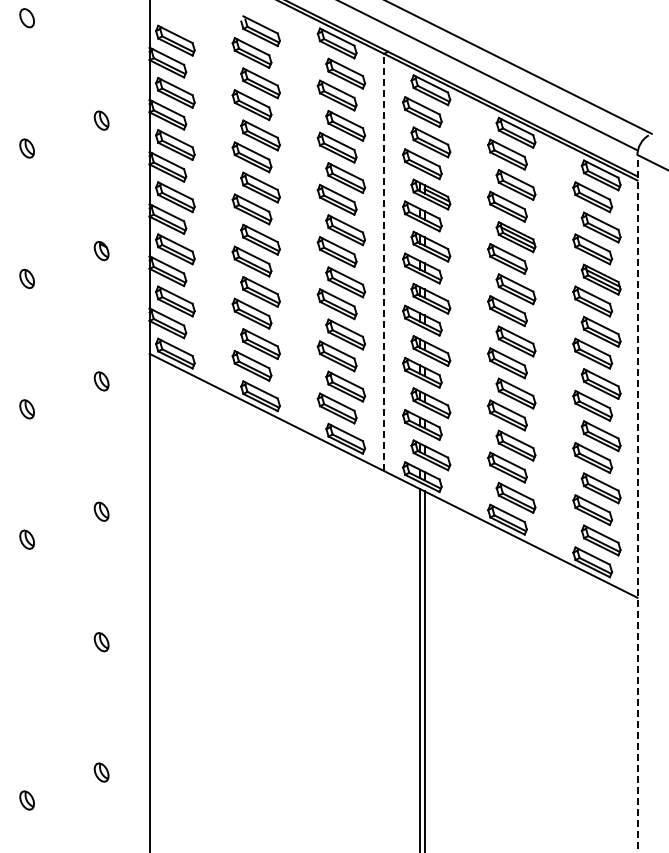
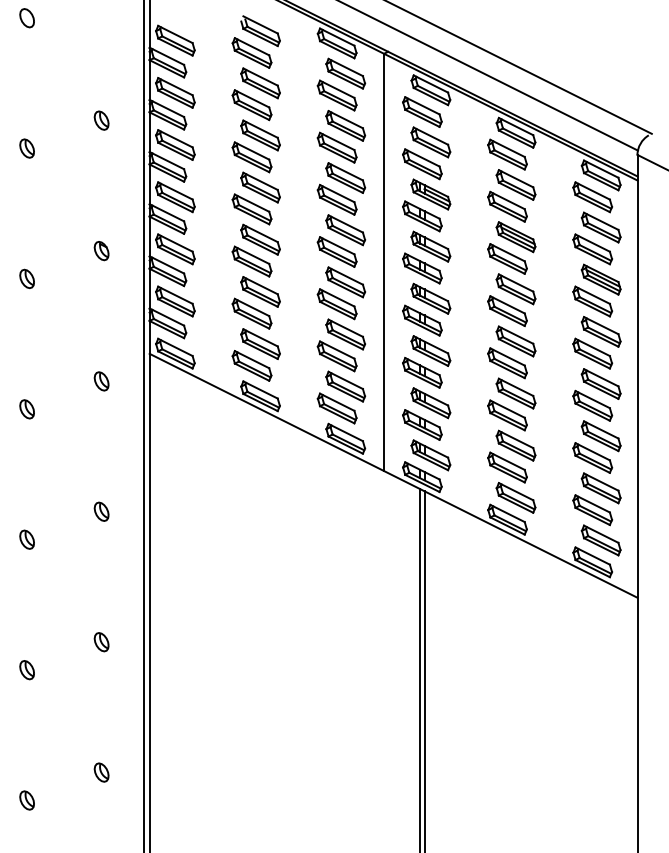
line at (384, 262): dashed -> solid
line at (144, 425): none -> present
line at (637, 503): dashed -> solid
part at (26, 670): none -> present
